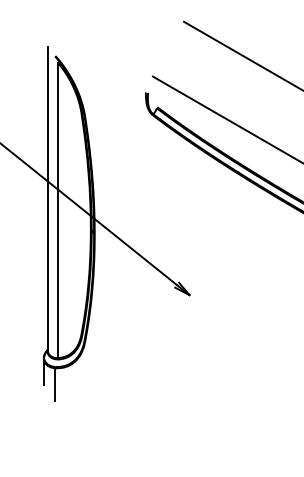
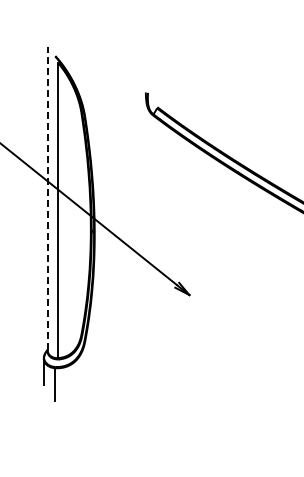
line at (242, 54): present -> none
line at (226, 118): present -> none
line at (47, 198): solid -> dashed
